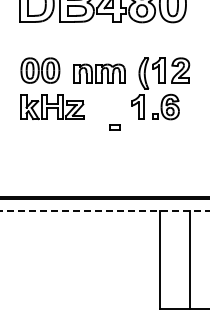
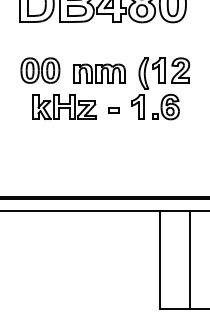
part at (52, 107) position: (52, 107) -> (64, 107)
part at (114, 127) position: (114, 127) -> (113, 110)
line at (105, 211): dashed -> solid
